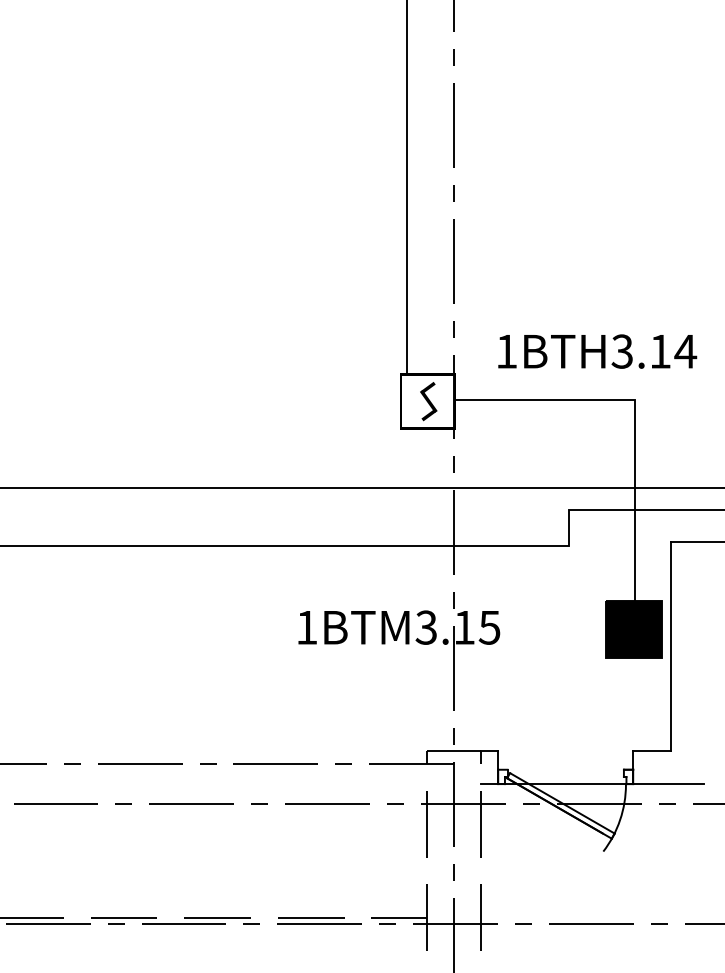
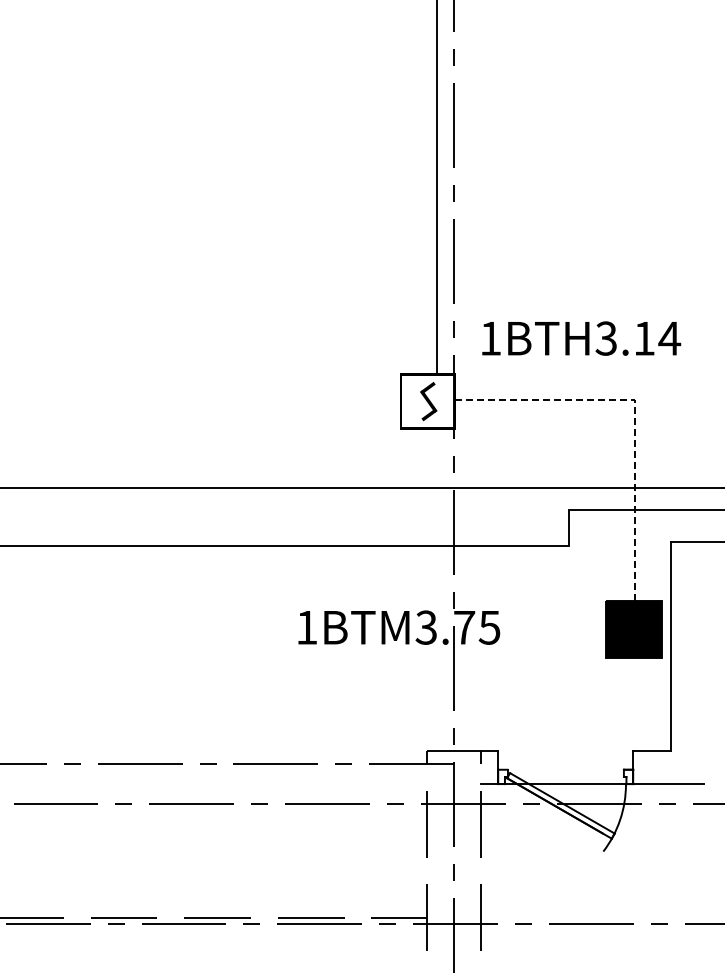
line at (407, 188) position: (407, 188) -> (437, 188)
text at (597, 351) position: (597, 351) -> (581, 338)
line at (635, 410): solid -> dashed
text at (464, 627): 3.15 -> 3.75
